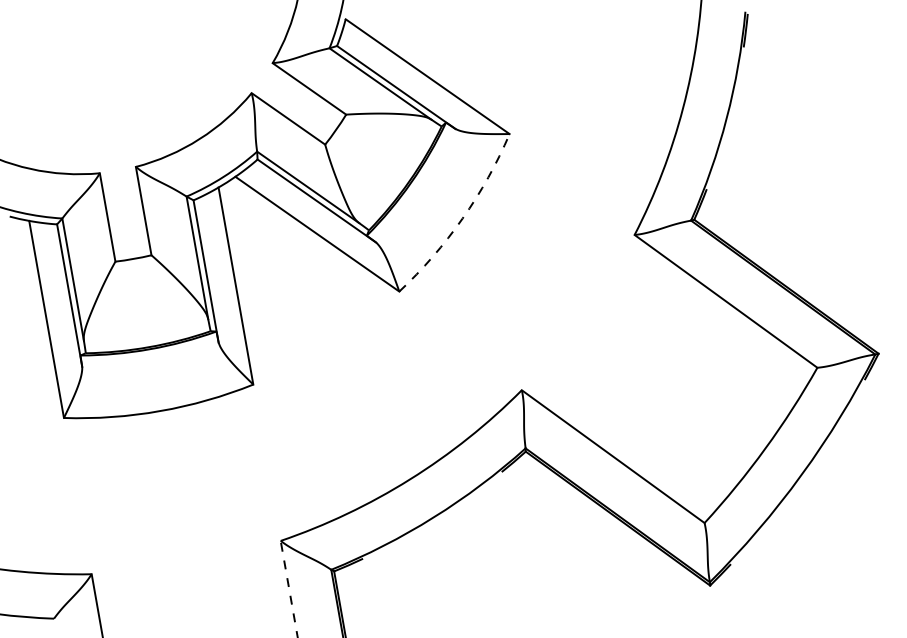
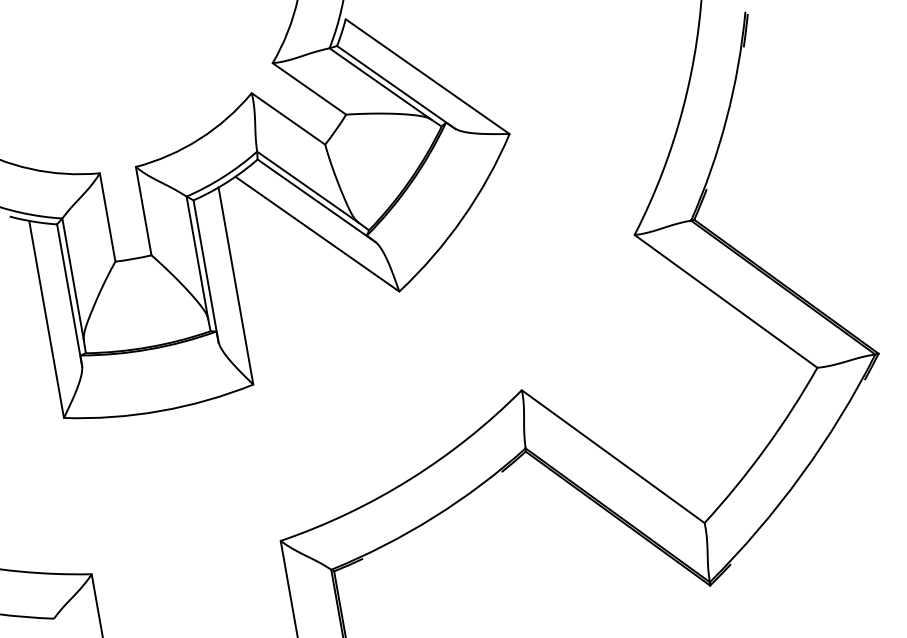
arc at (462, 218): dashed -> solid
line at (289, 589): dashed -> solid
